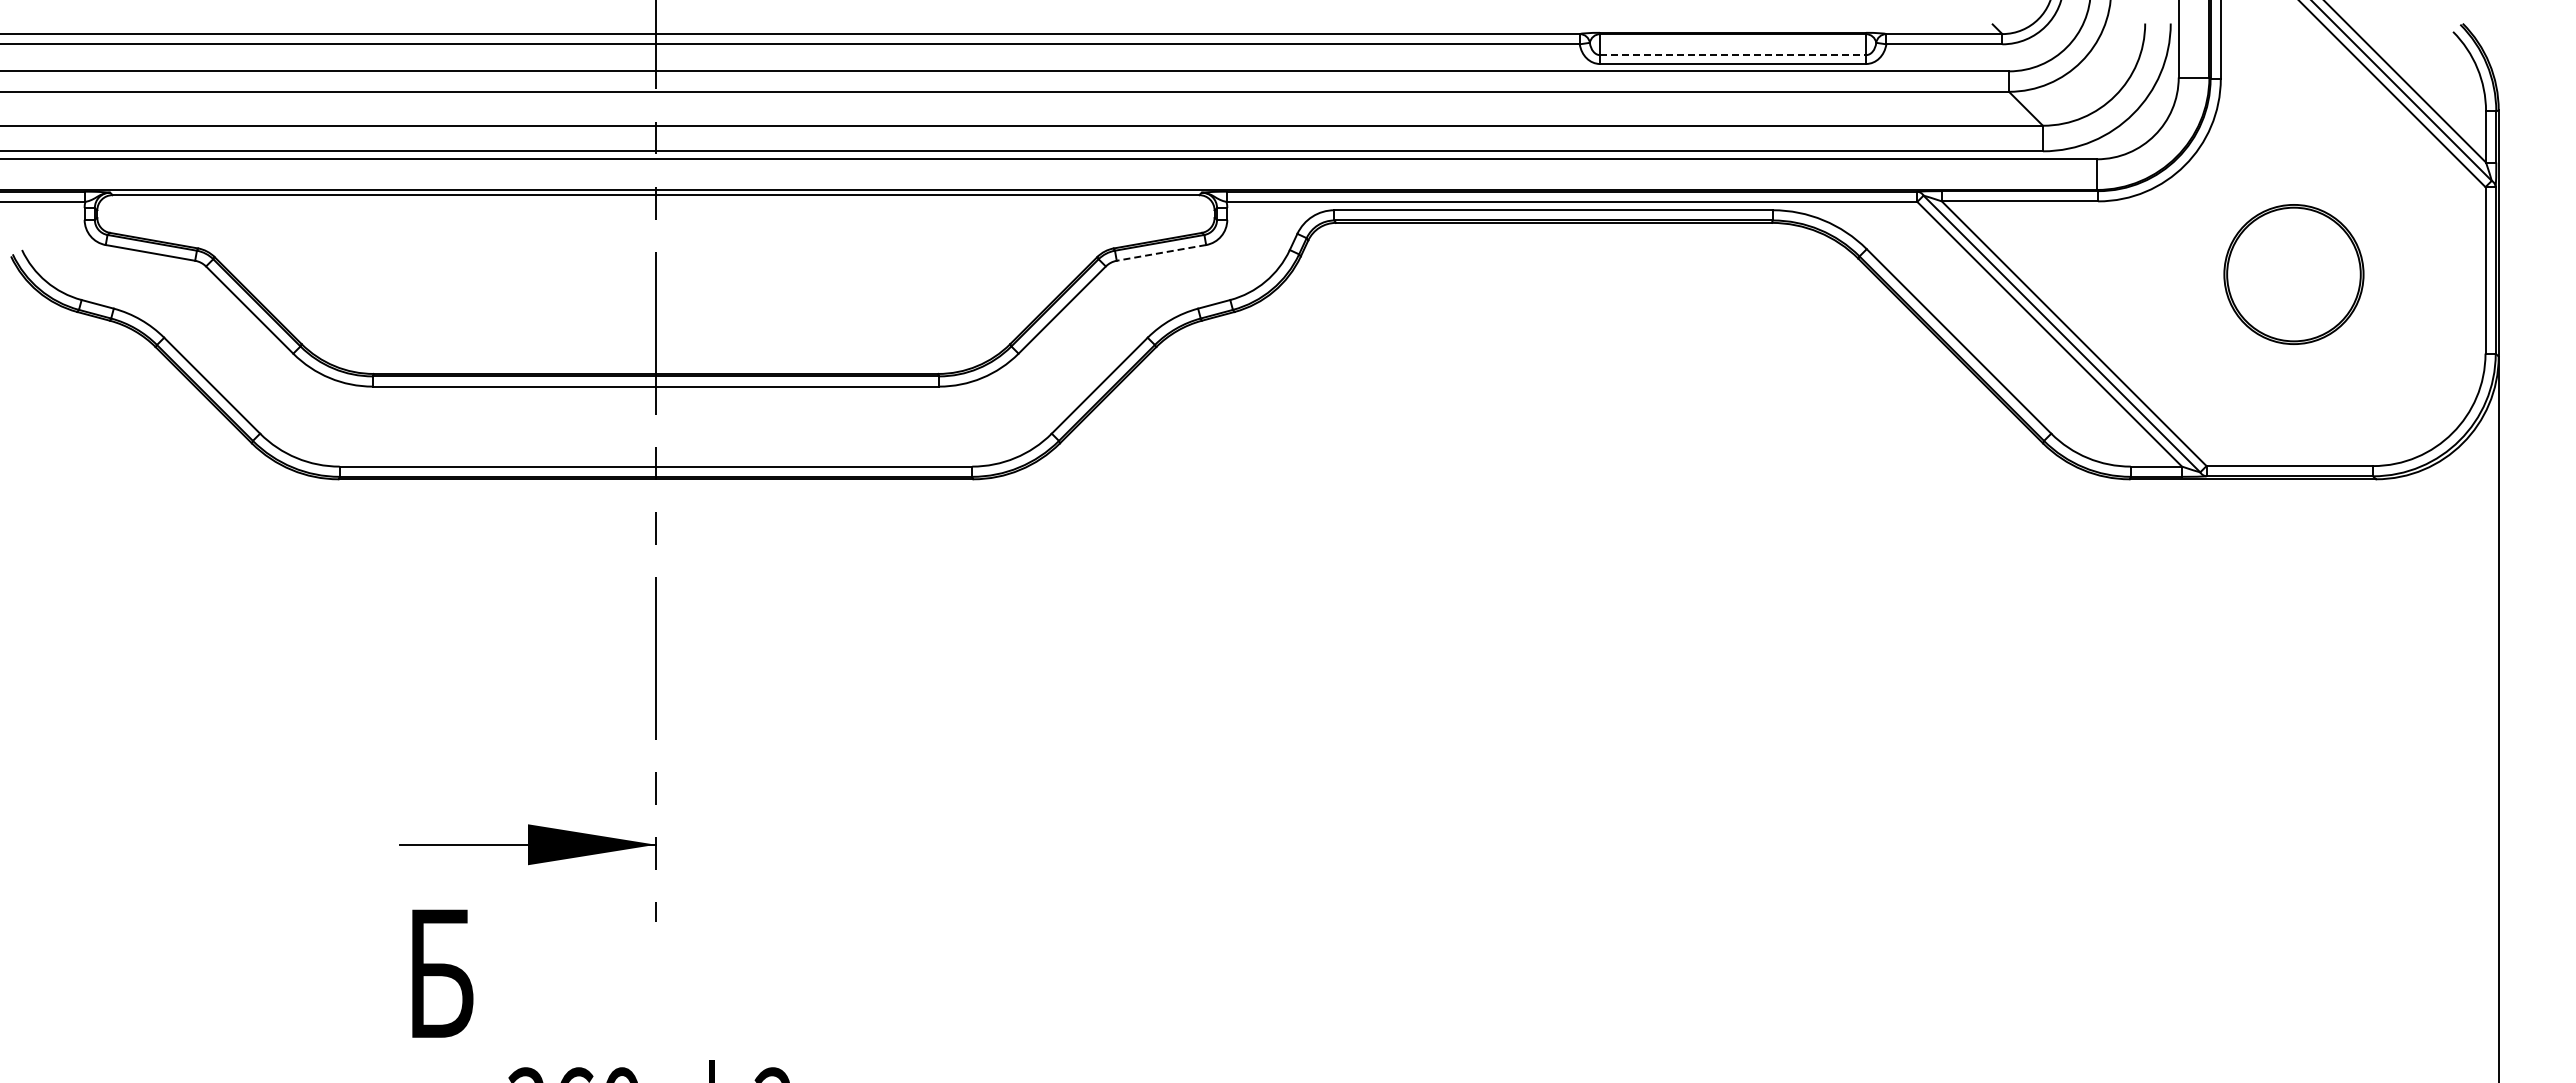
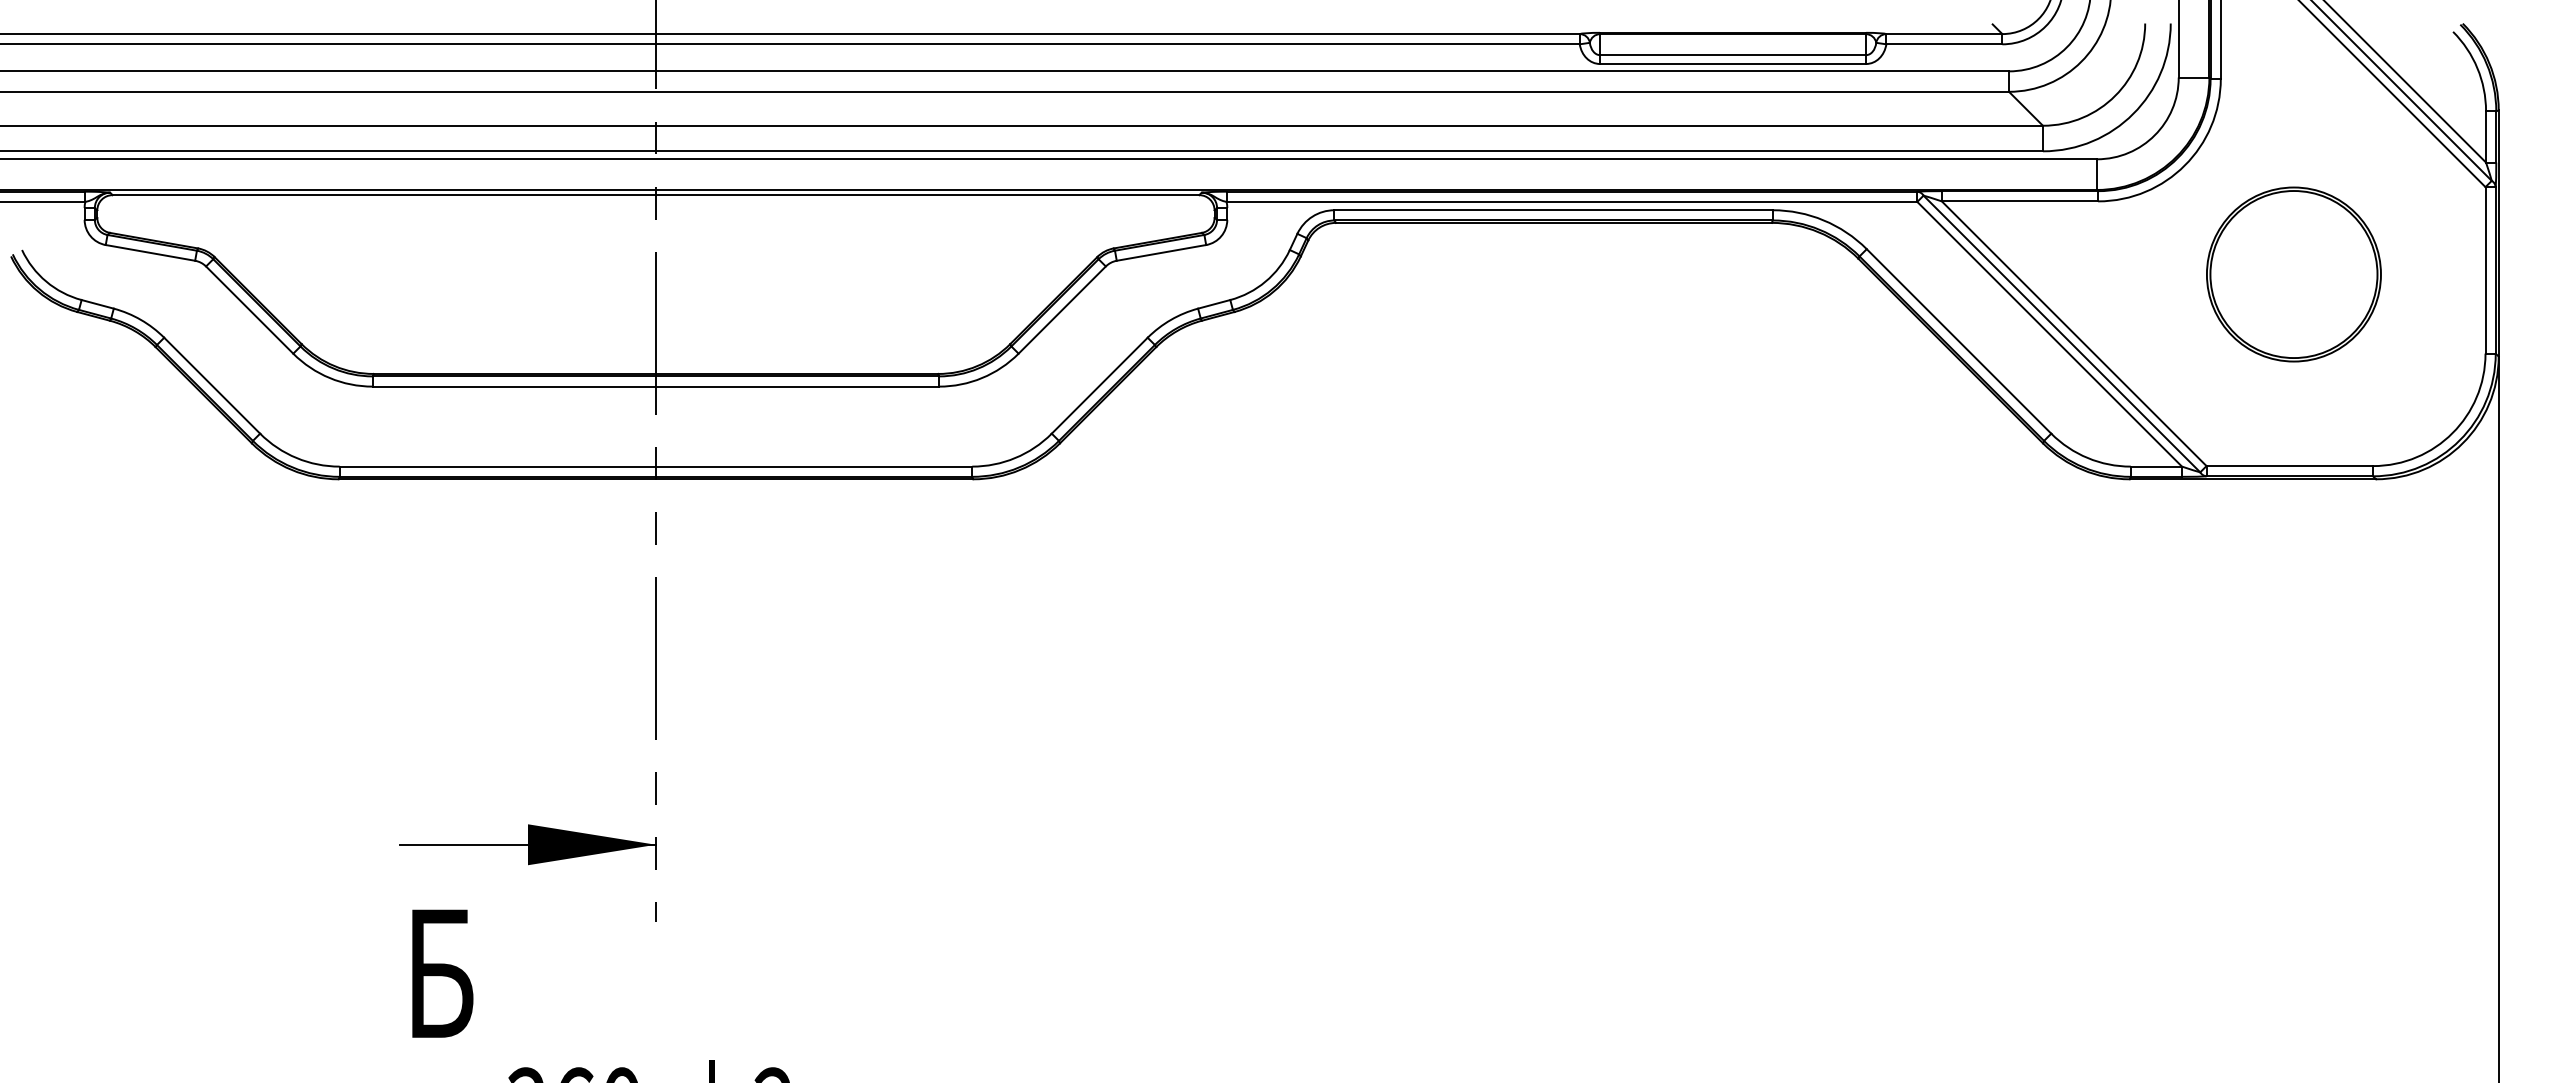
line at (1733, 55): dashed -> solid
line at (1160, 253): dashed -> solid
part at (2293, 274) size: 142x141 px -> 176x177 px
